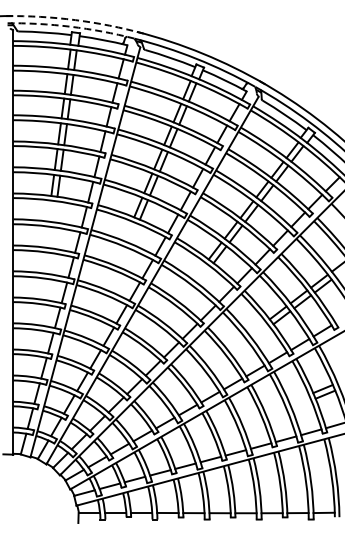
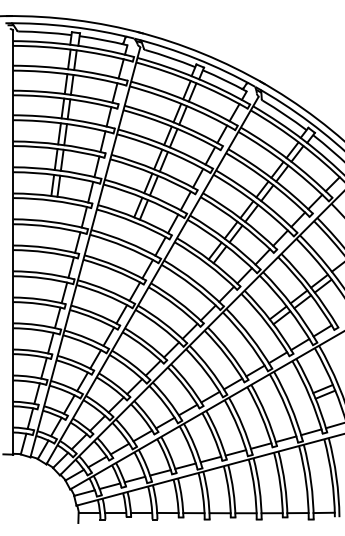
arc at (75, 20): dashed -> solid
arc at (70, 26): dashed -> solid
